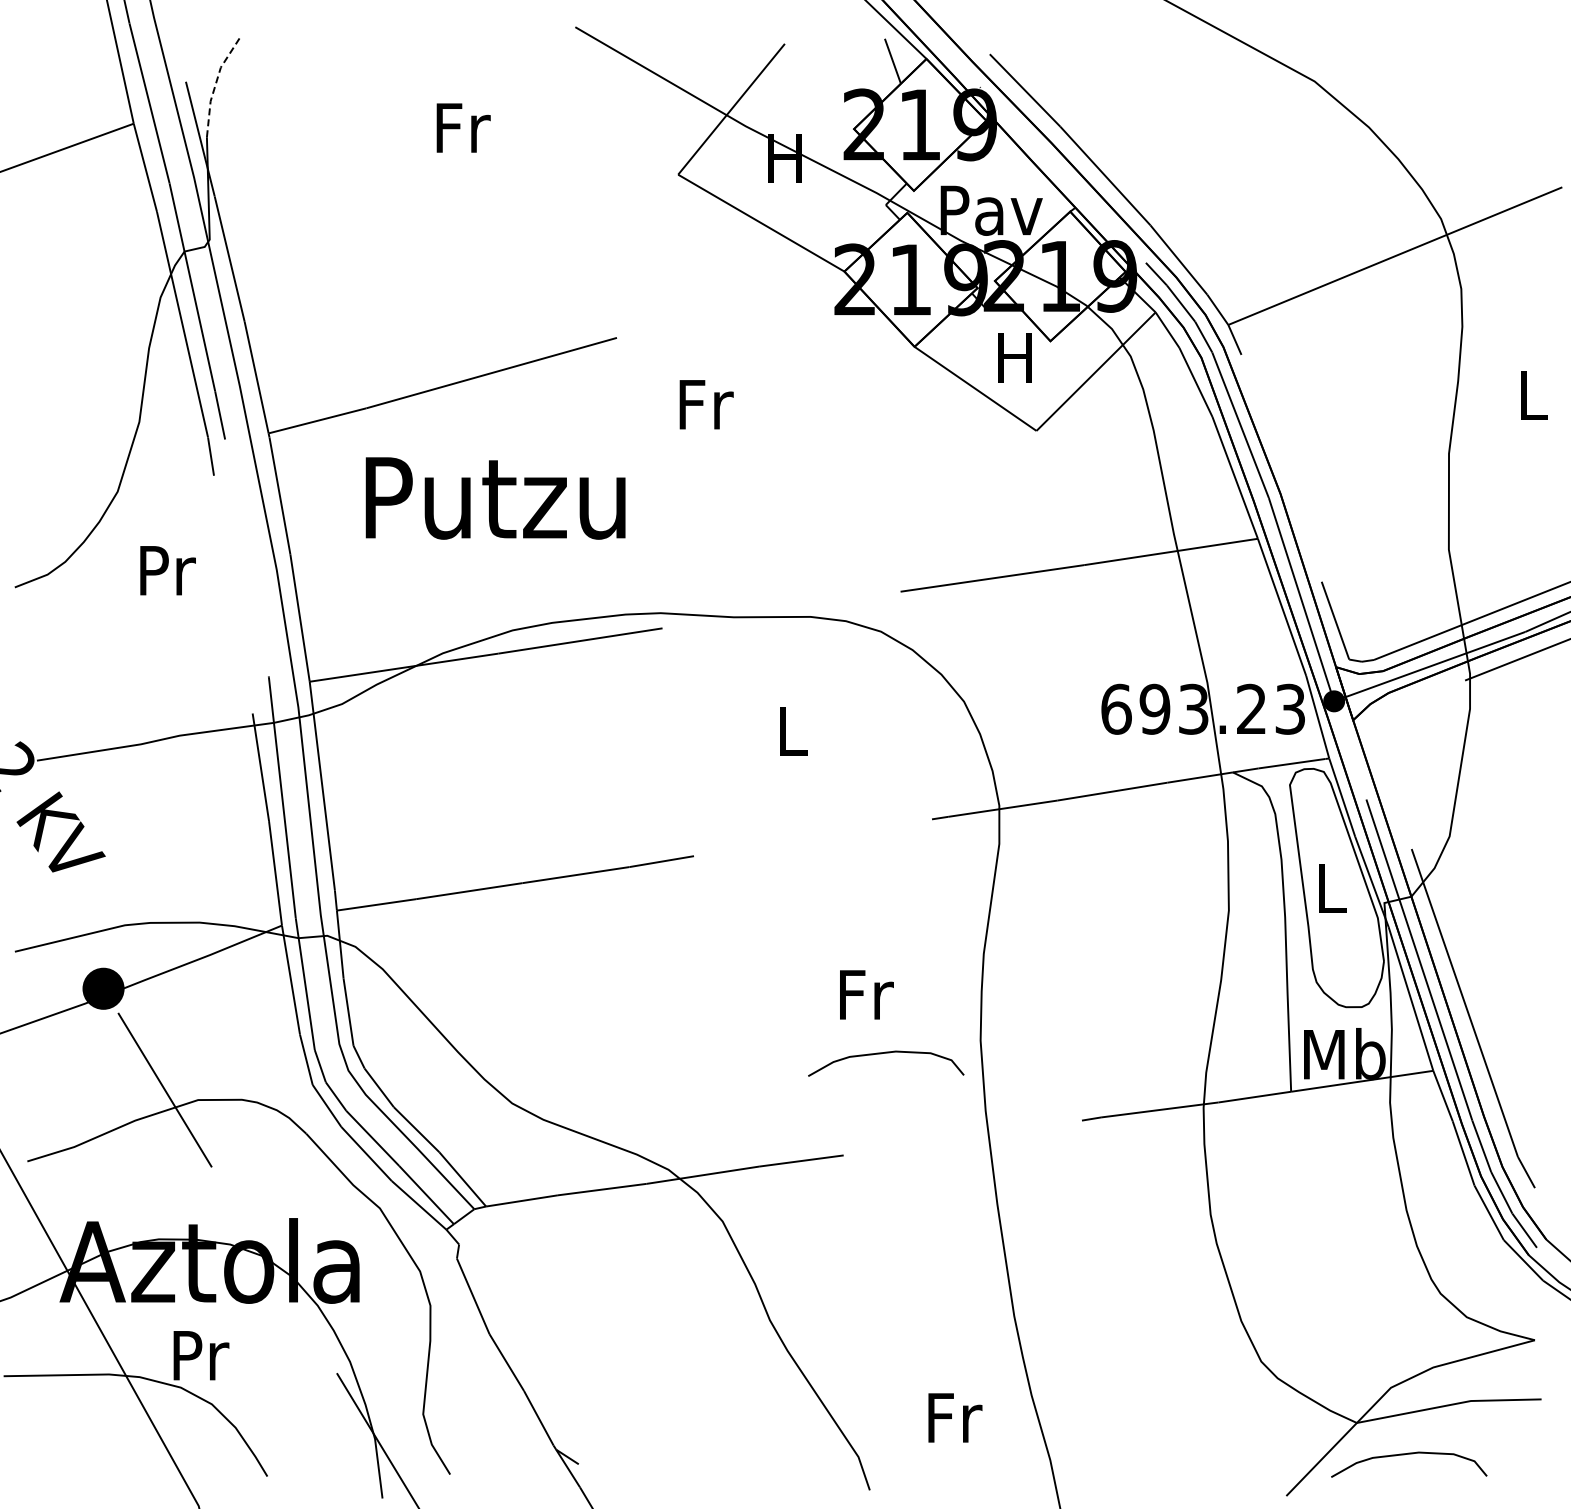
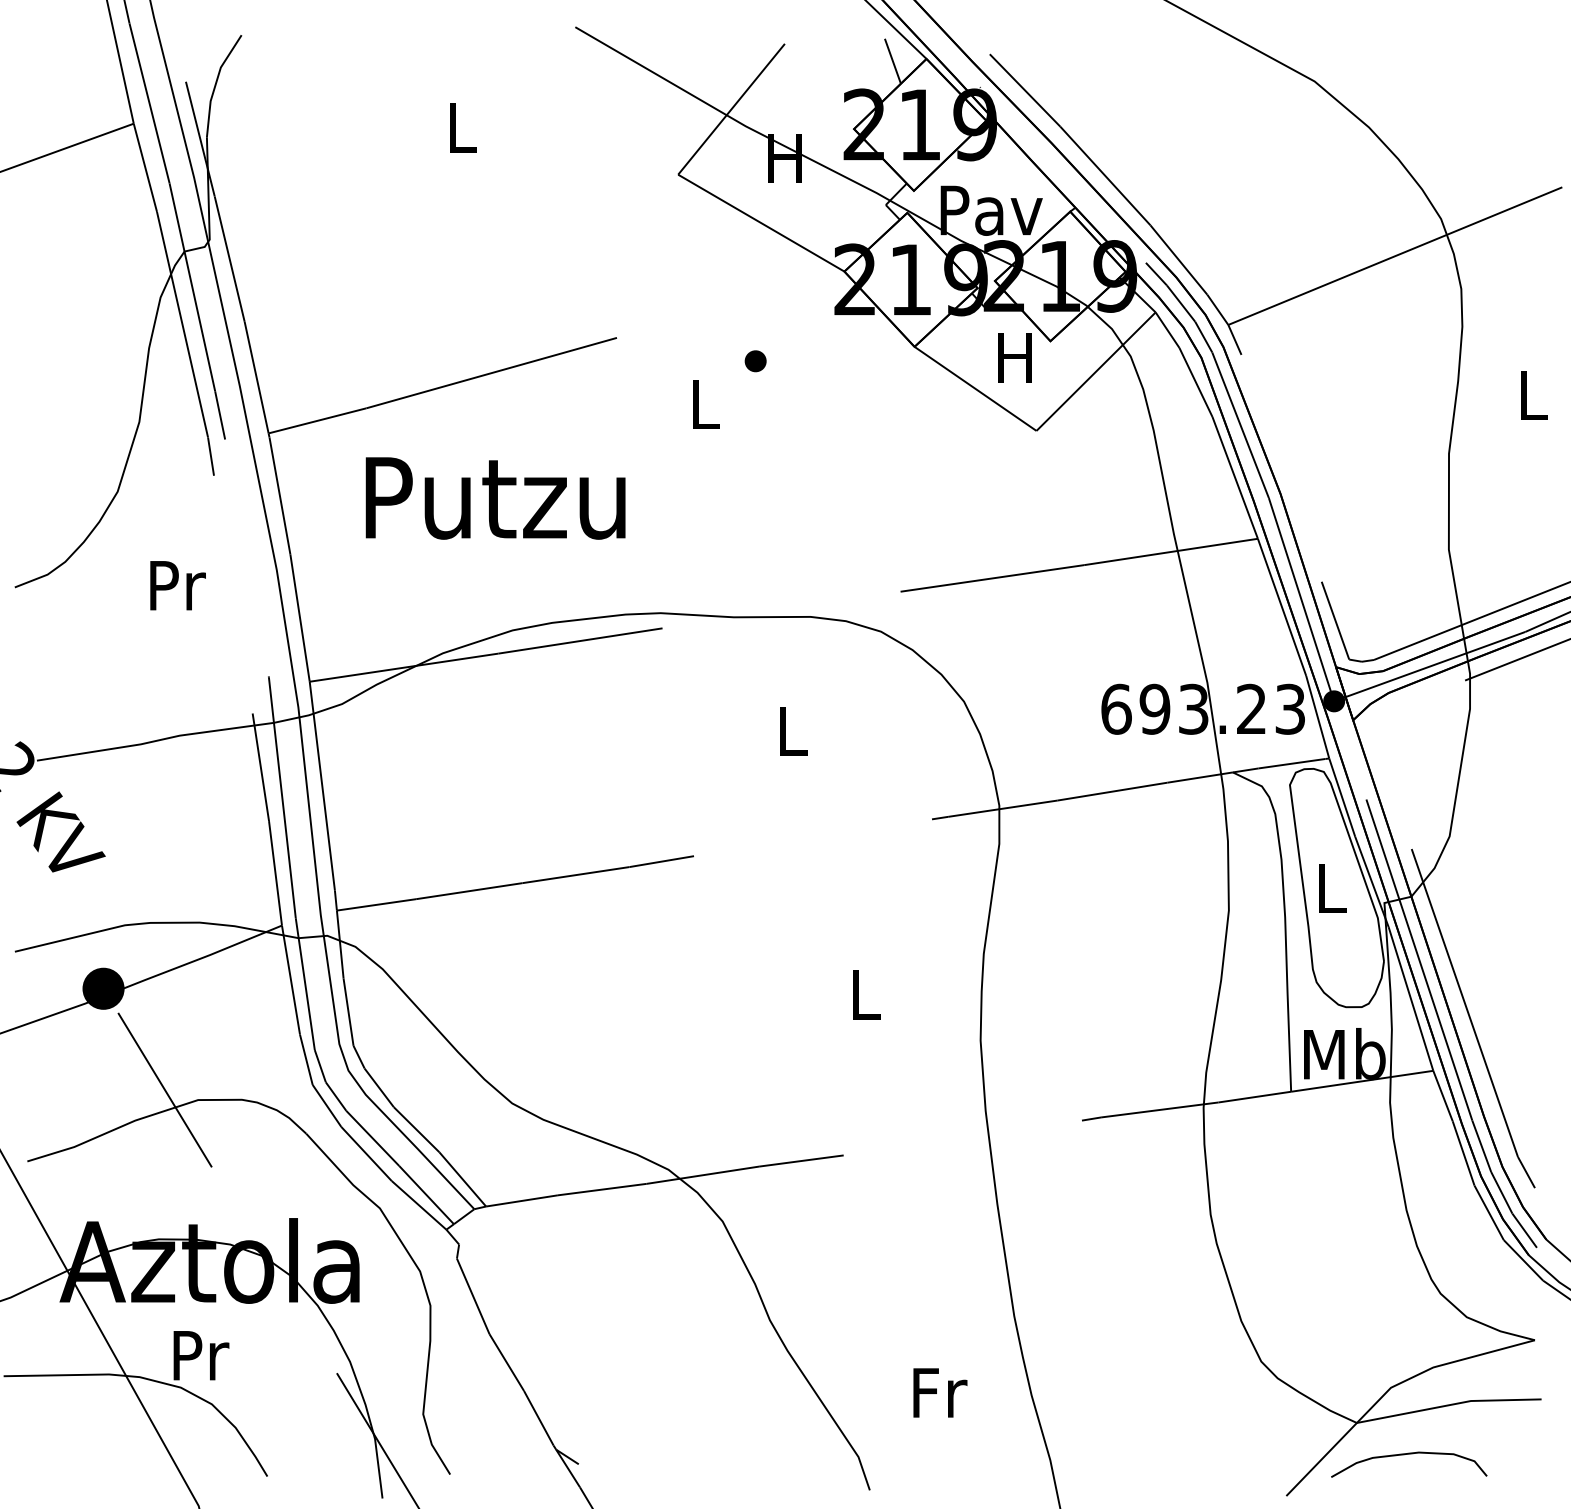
line at (216, 83): dashed -> solid
text at (463, 127): Fr -> L
part at (755, 361): none -> present
text at (706, 404): Fr -> L
text at (167, 570) position: (167, 570) -> (177, 585)
text at (866, 994): Fr -> L
curve at (886, 1053): present -> none
text at (955, 1417) position: (955, 1417) -> (940, 1392)
